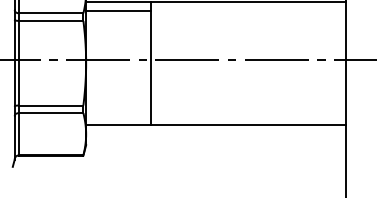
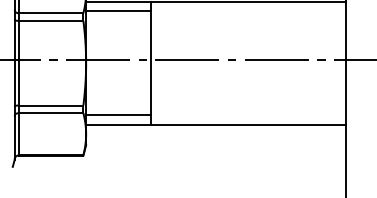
line at (118, 115): none -> present
